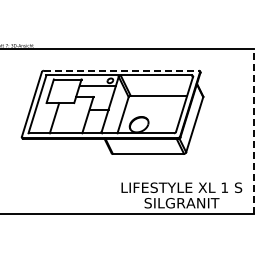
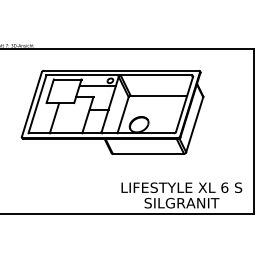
line at (121, 70): dashed -> solid
line at (253, 131): dashed -> solid
text at (224, 187): 1 -> 6
